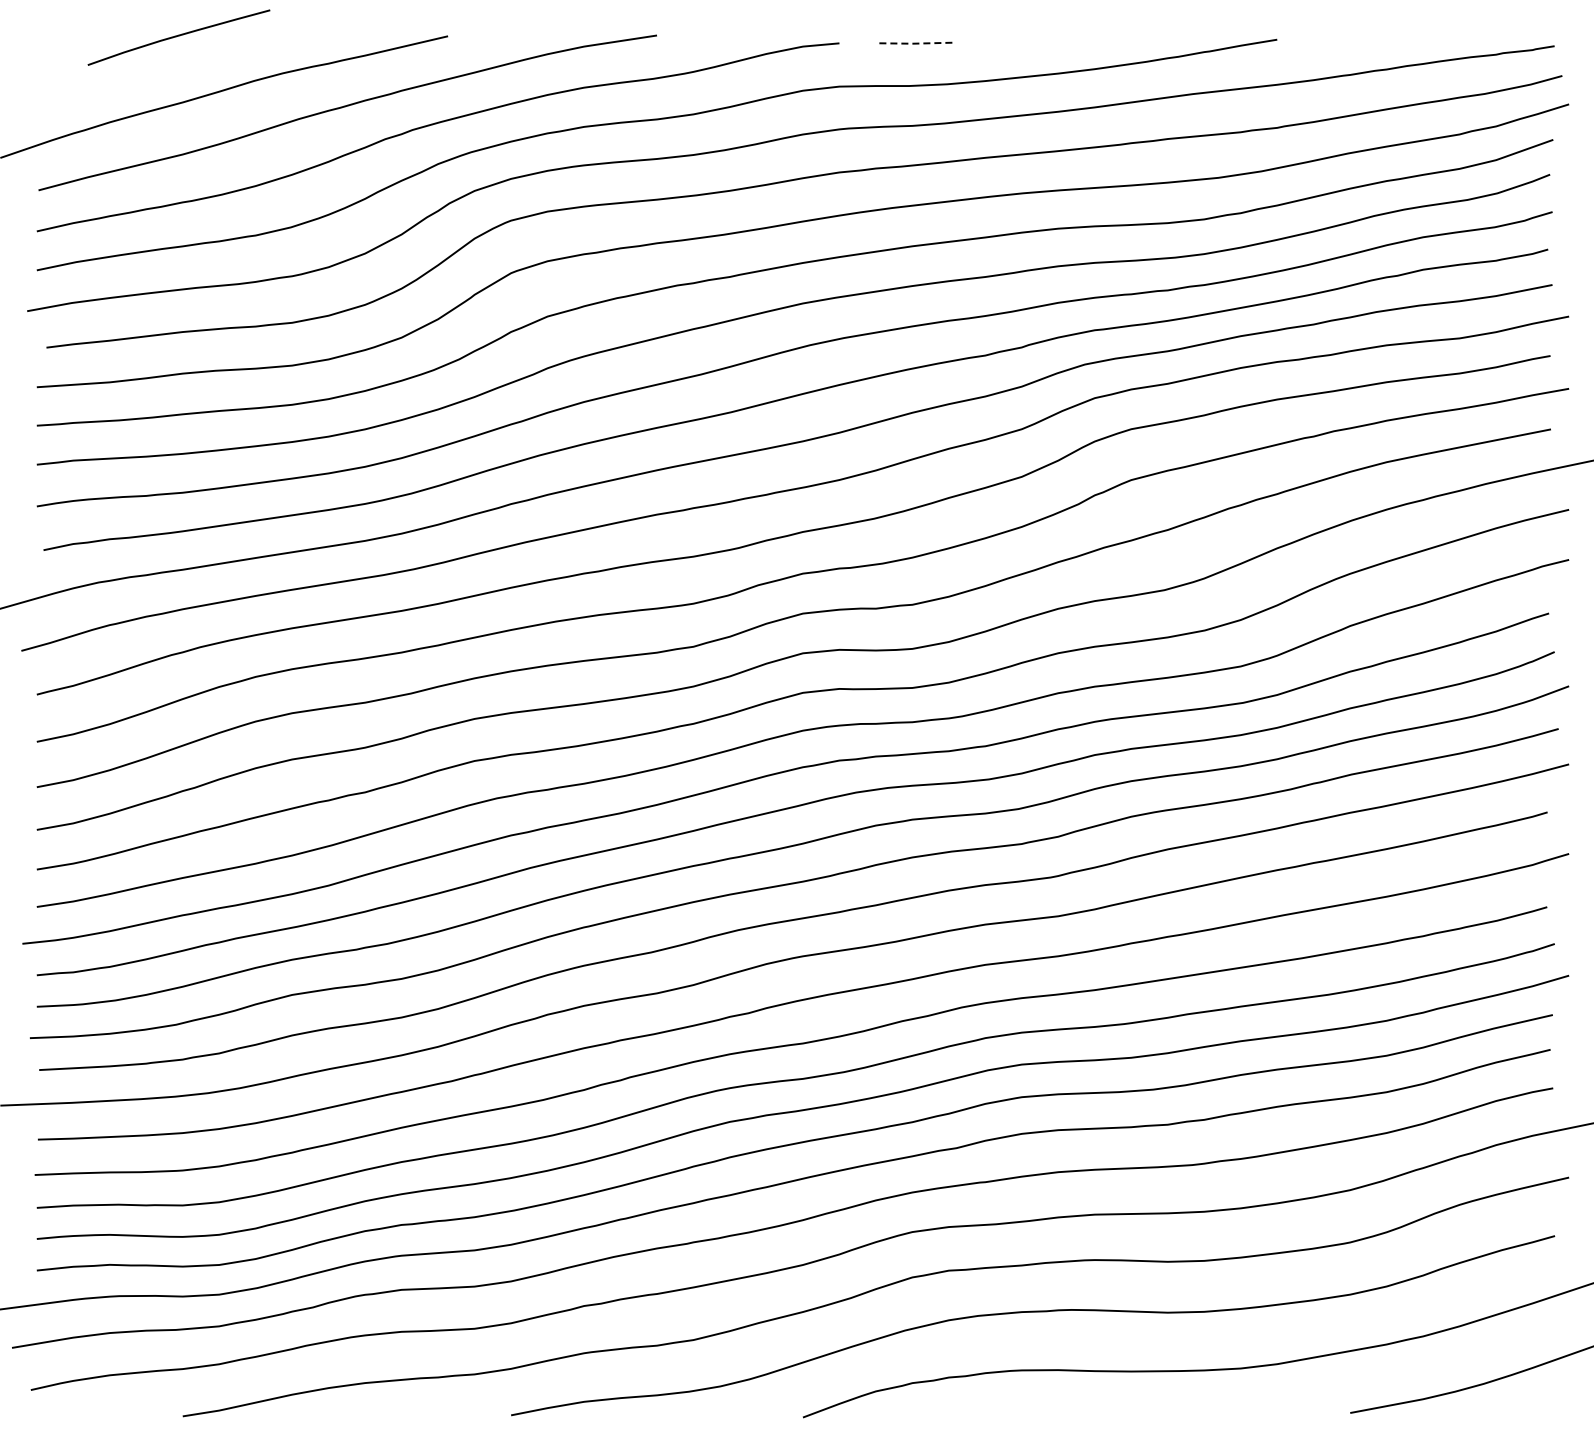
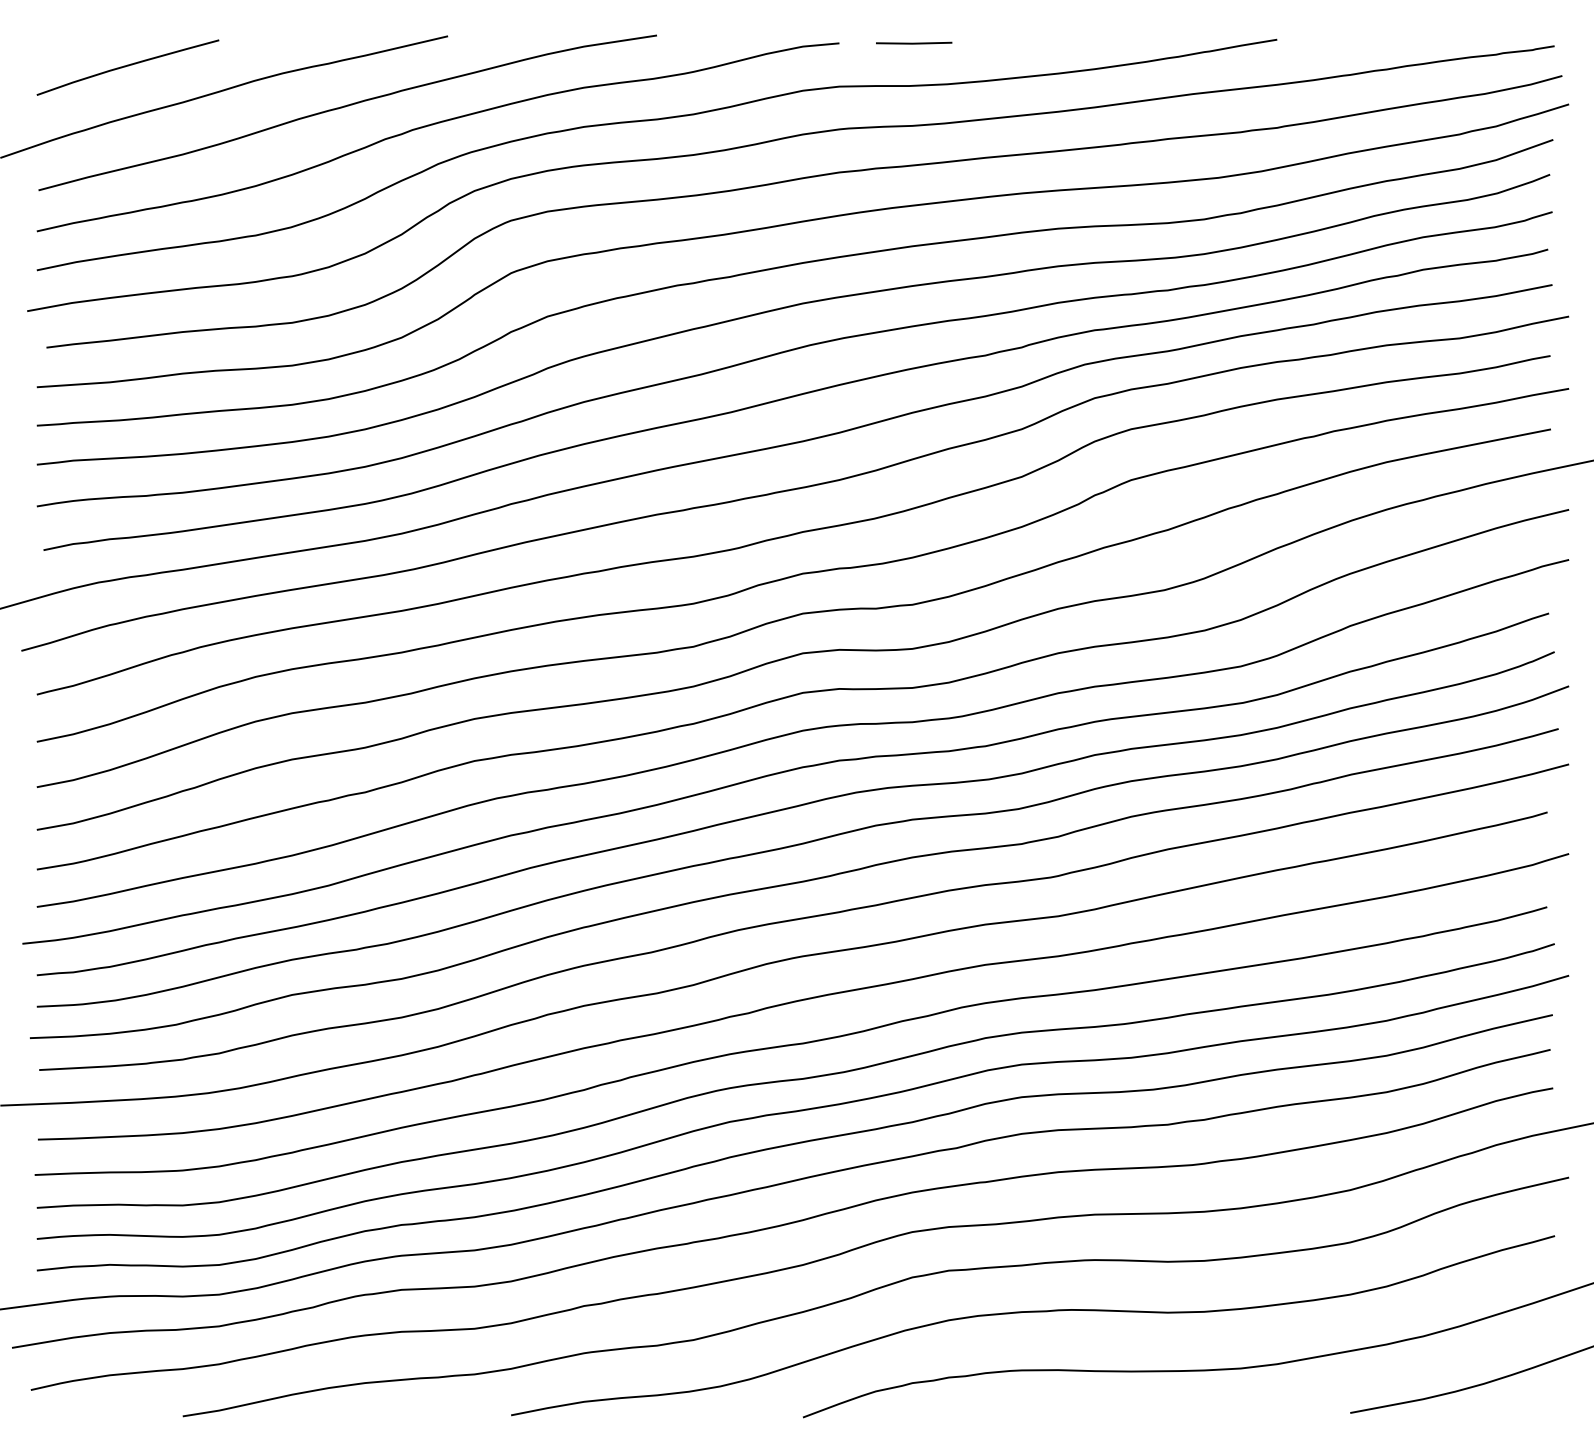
curve at (178, 36) position: (178, 36) -> (127, 66)
line at (913, 43): dashed -> solid
